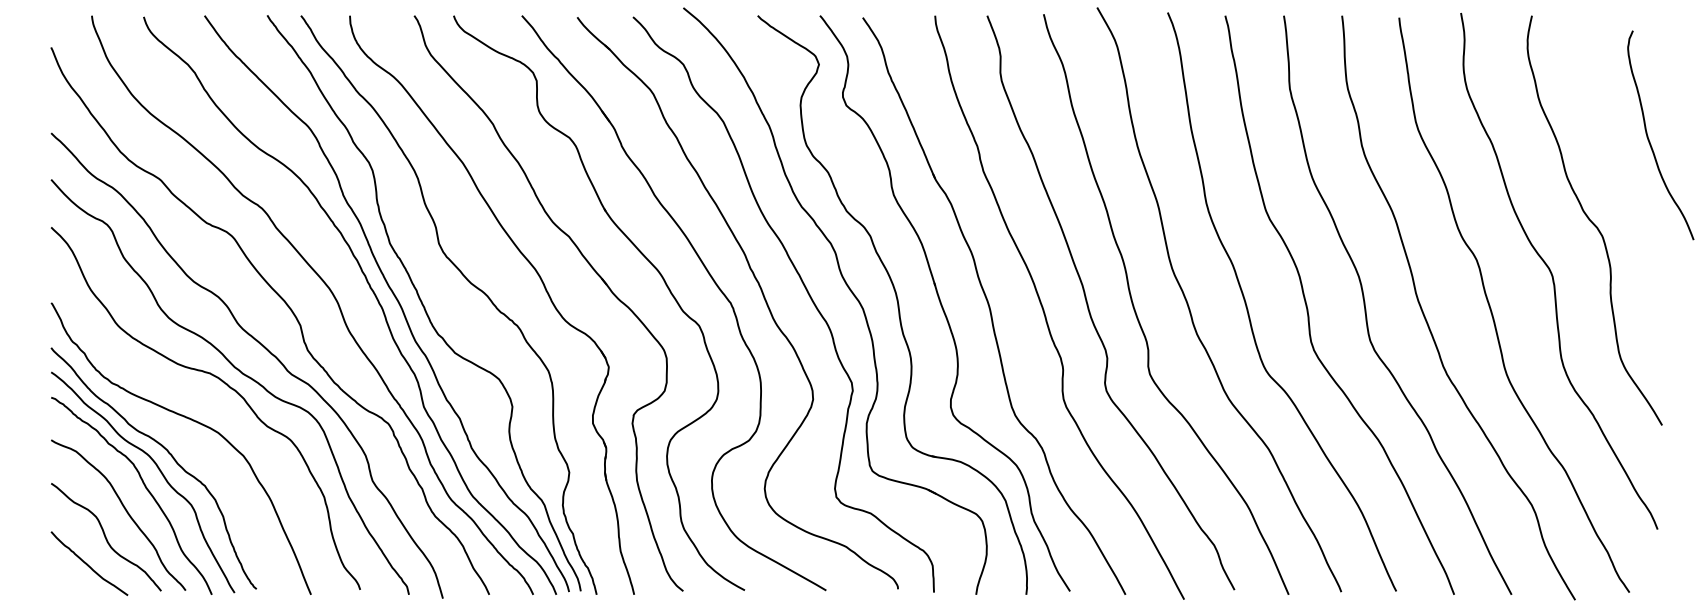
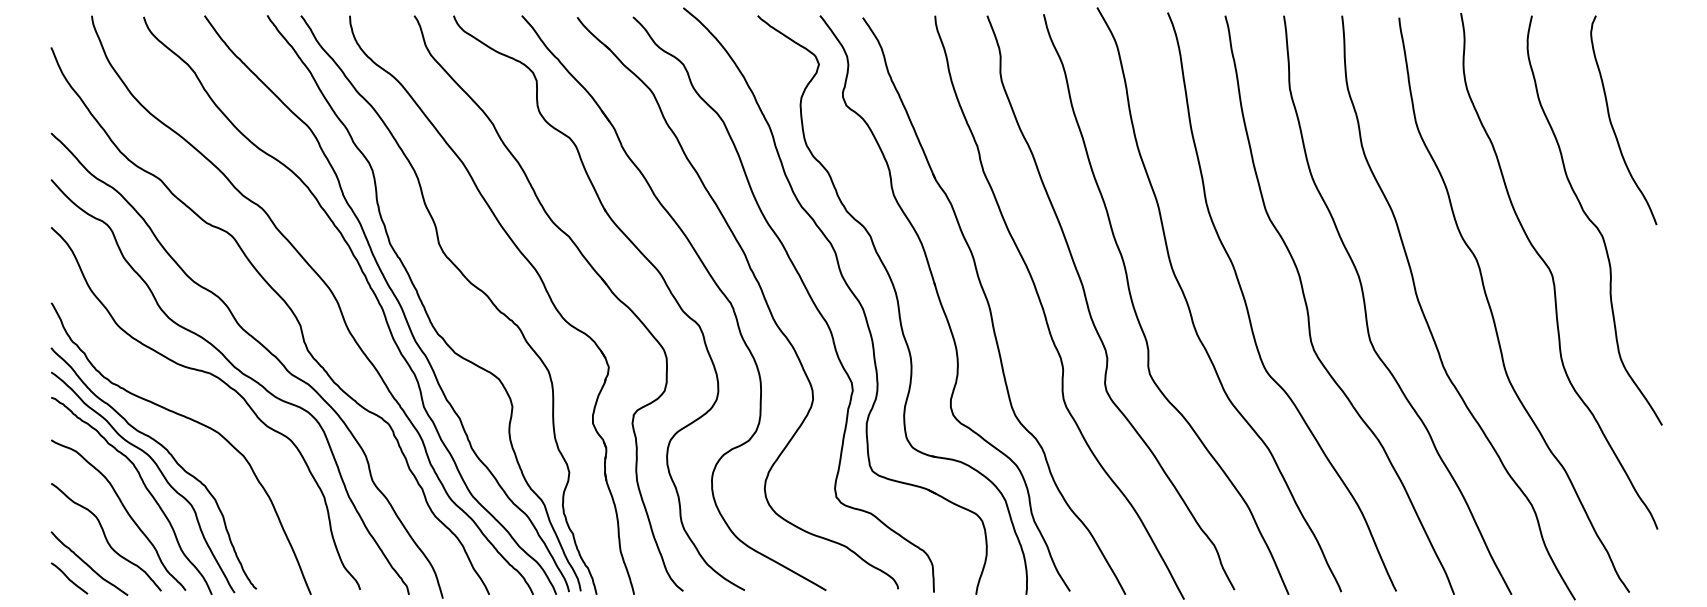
curve at (1650, 141) position: (1650, 141) -> (1613, 126)
curve at (69, 578): none -> present
